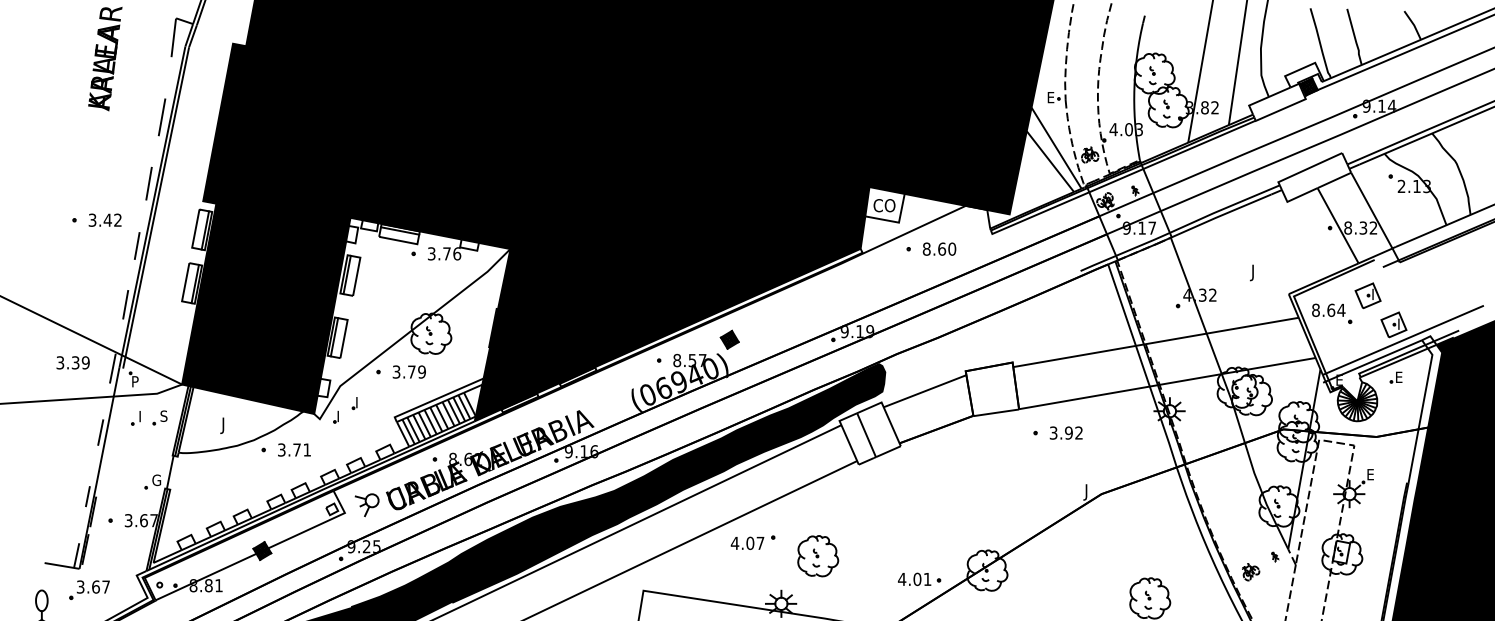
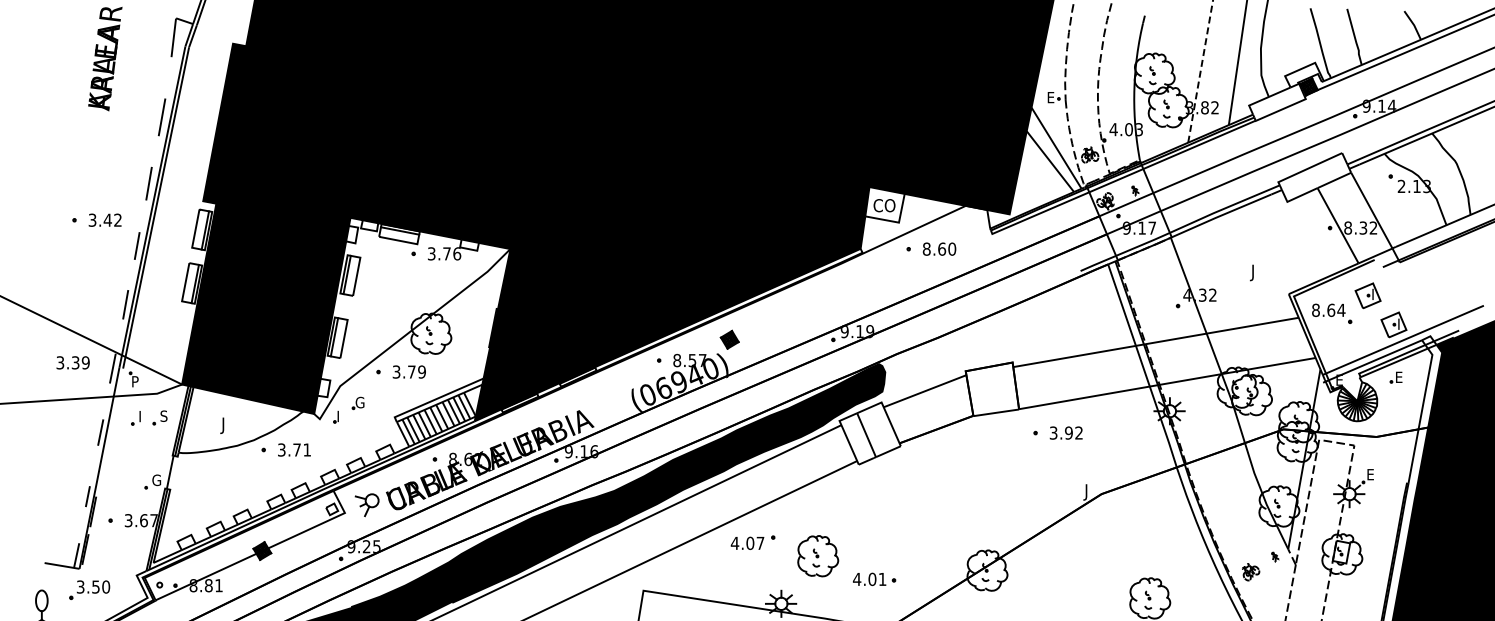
line at (1200, 71): solid -> dashed
text at (359, 402): I -> G
part at (919, 578) position: (919, 578) -> (874, 578)
text at (101, 586): 3.67 -> 3.50
